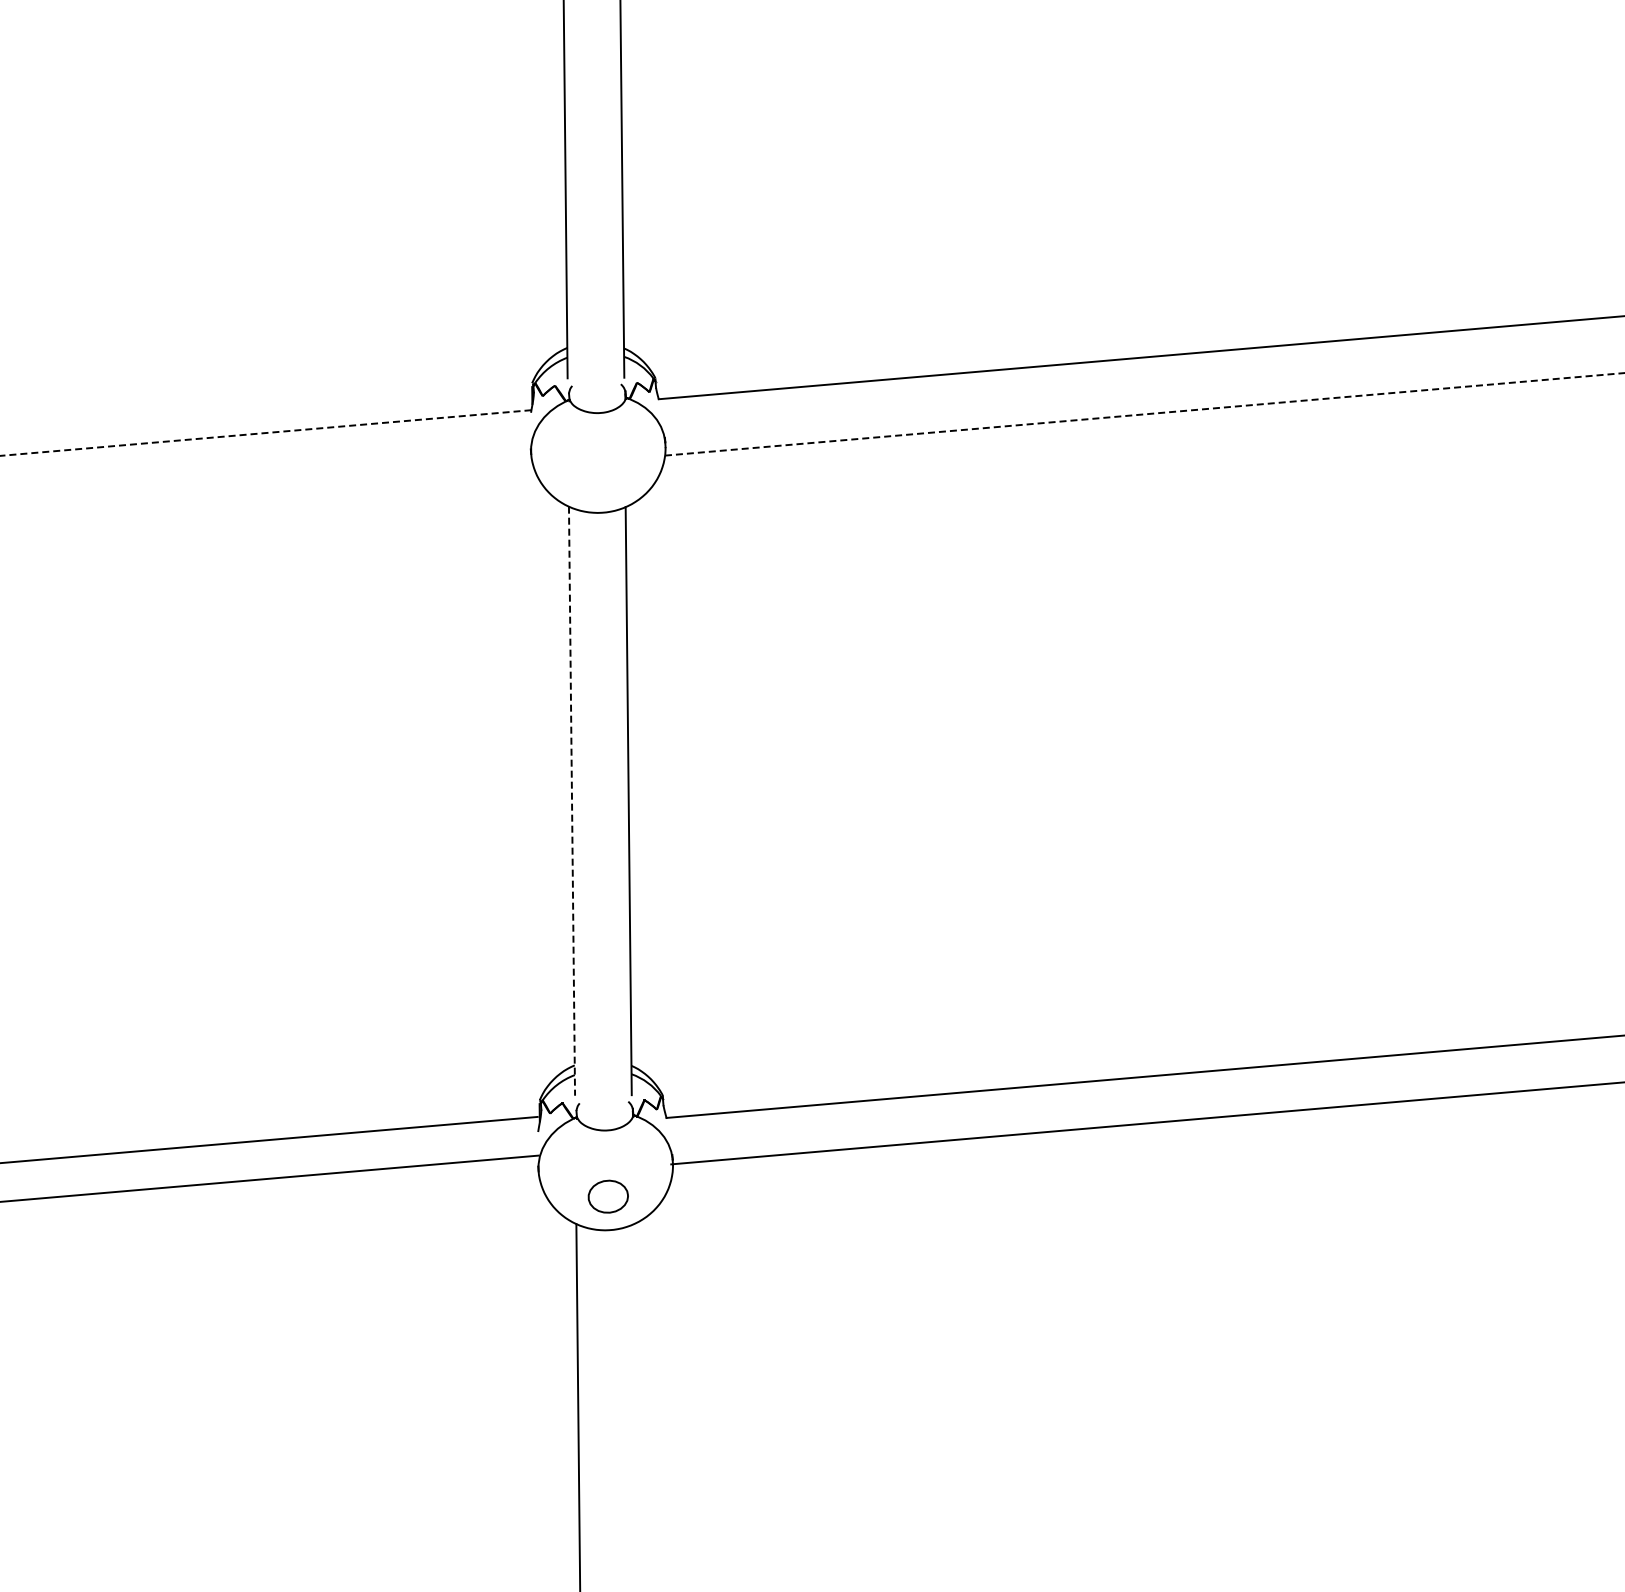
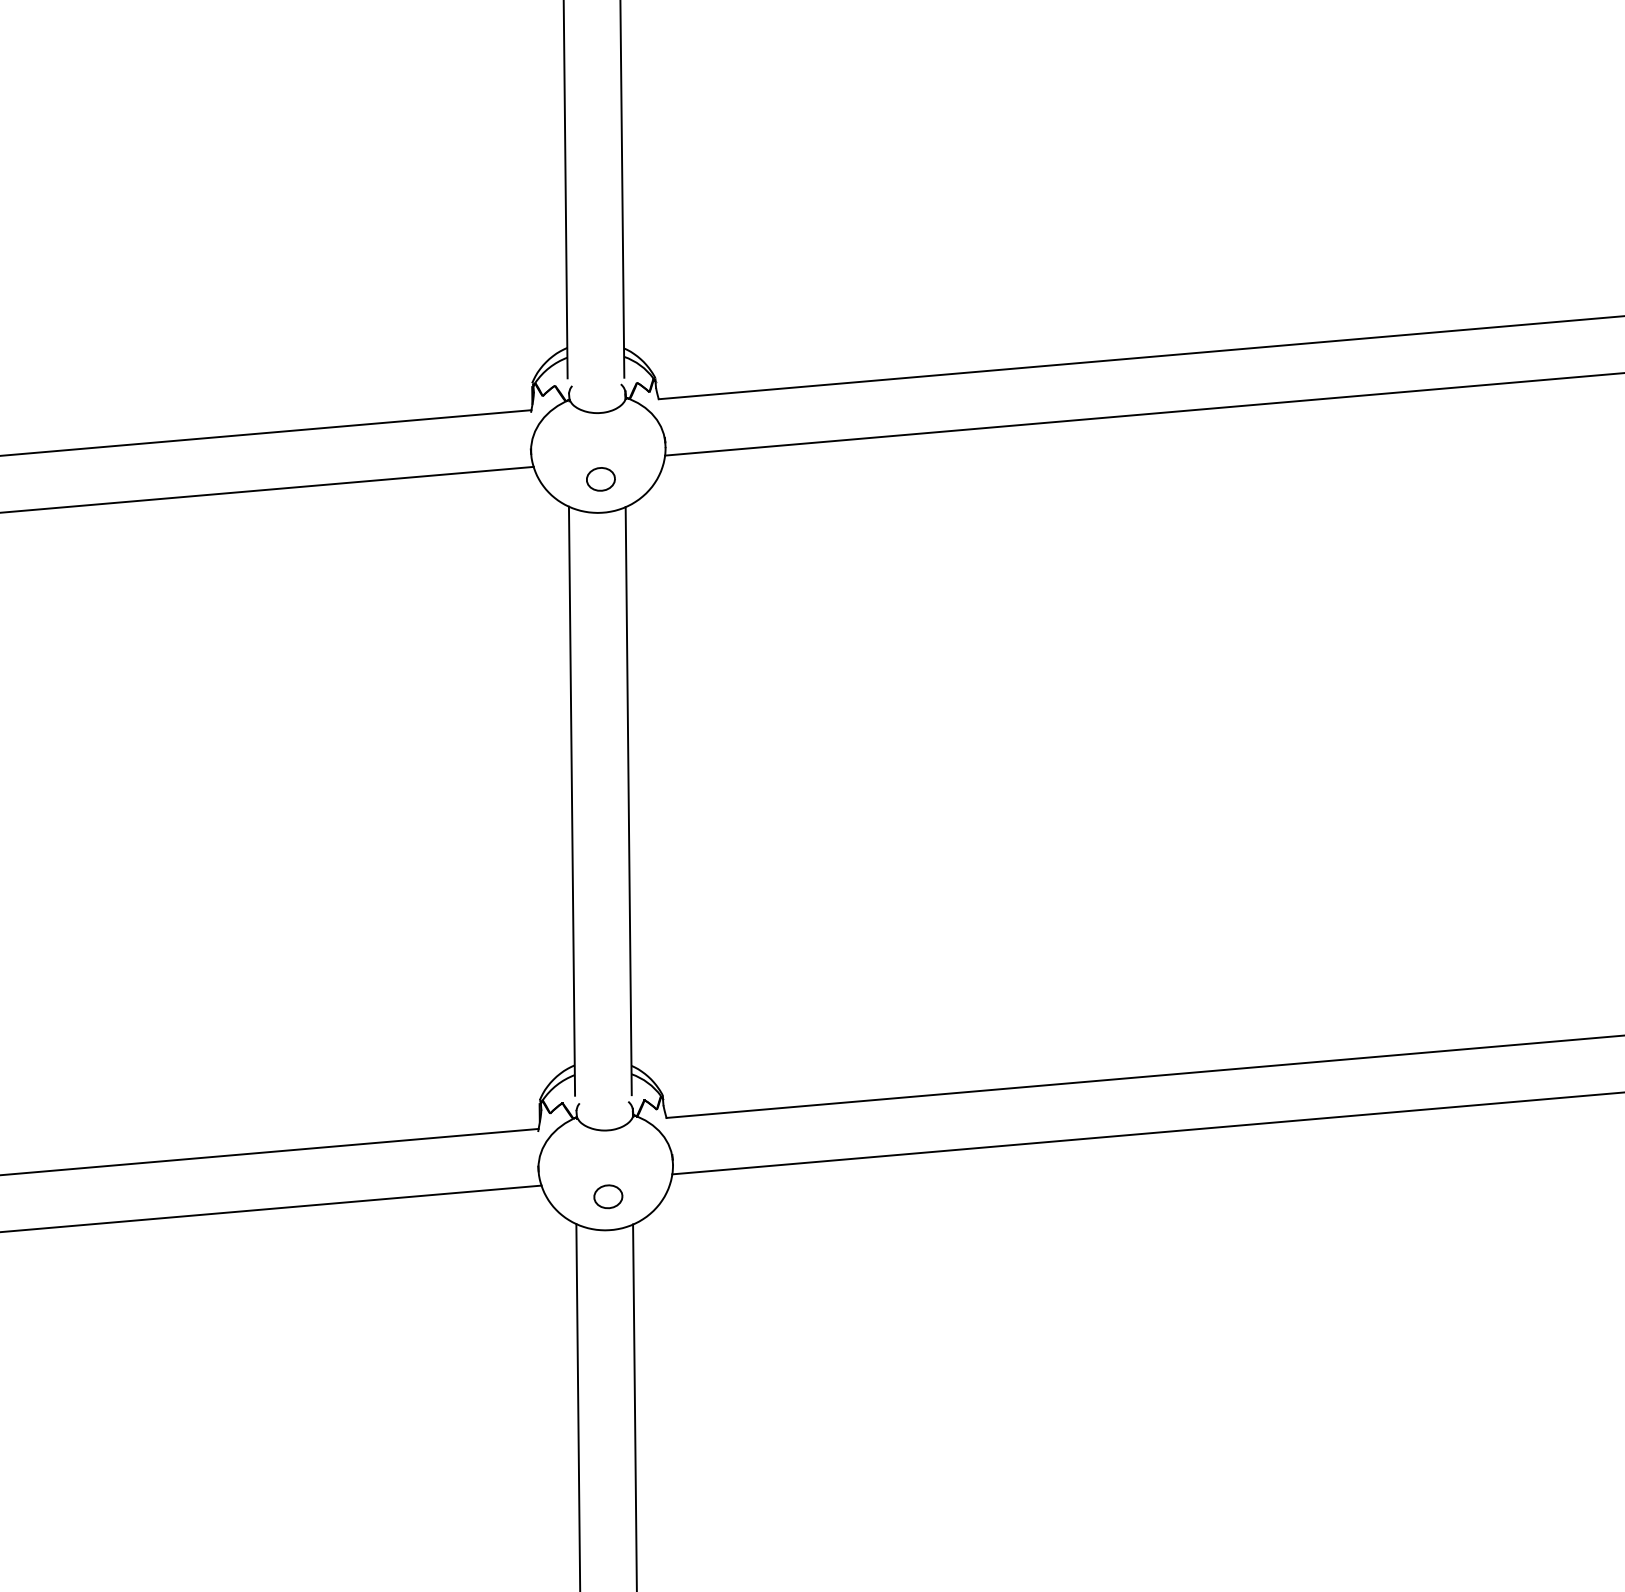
line at (1145, 414): dashed -> solid
line at (265, 433): dashed -> solid
part at (600, 479): none -> present
line at (267, 489): none -> present
line at (572, 801): dashed -> solid
line at (1146, 1123) position: (1146, 1123) -> (1146, 1133)
line at (269, 1139) position: (269, 1139) -> (270, 1151)
line at (270, 1178) position: (270, 1178) -> (271, 1208)
part at (607, 1196) size: 42x35 px -> 31x26 px
line at (634, 1406): none -> present
